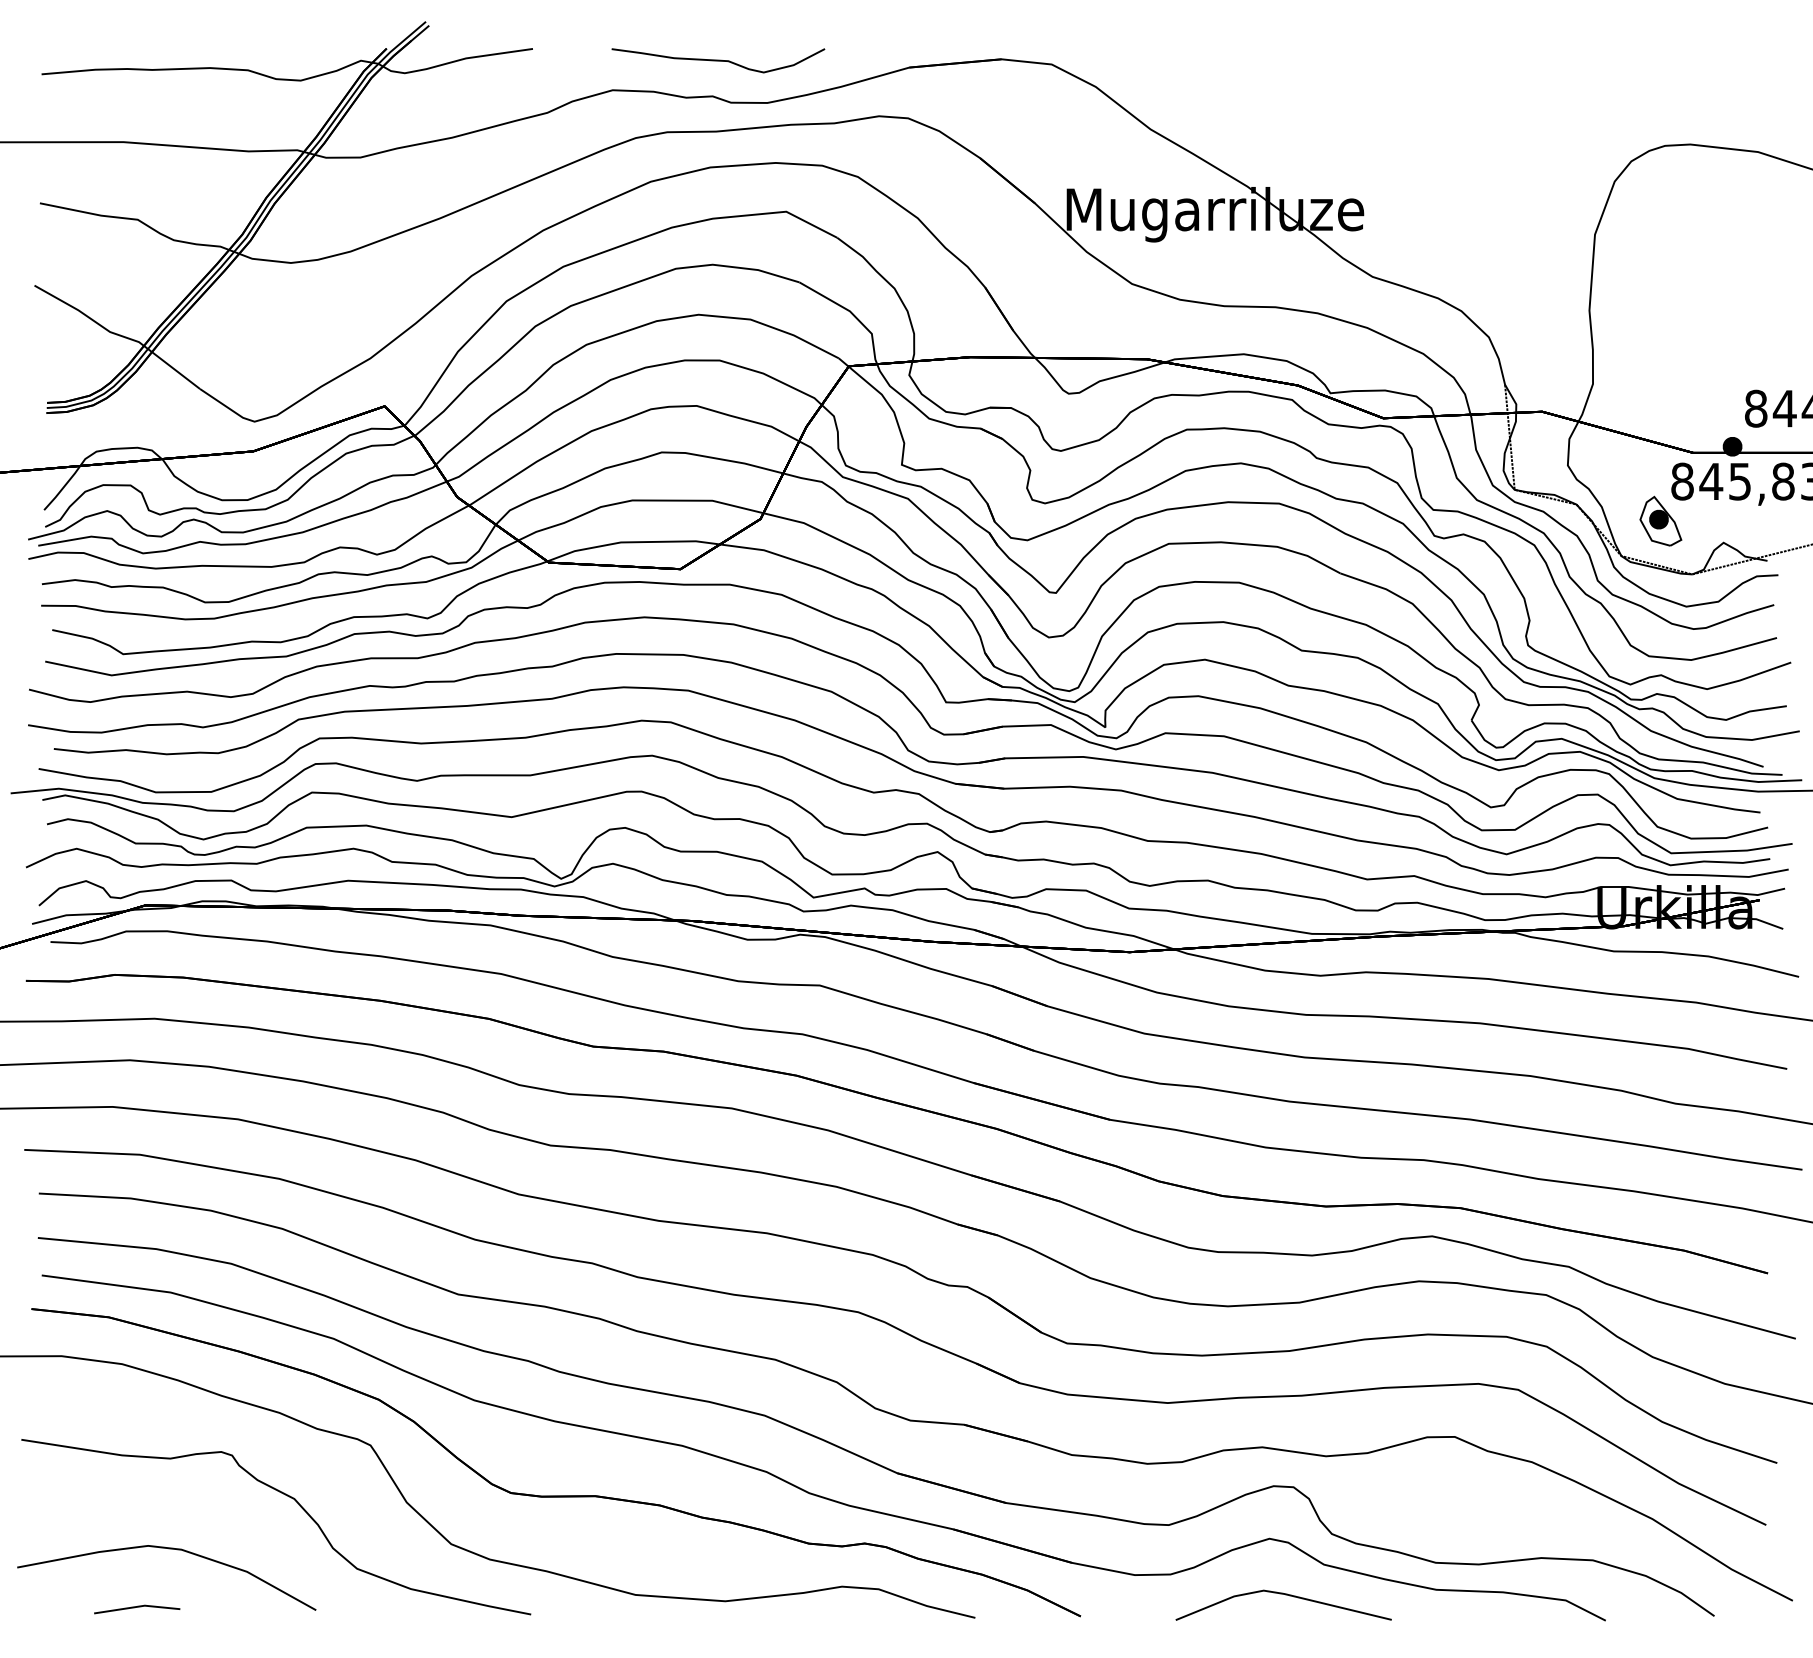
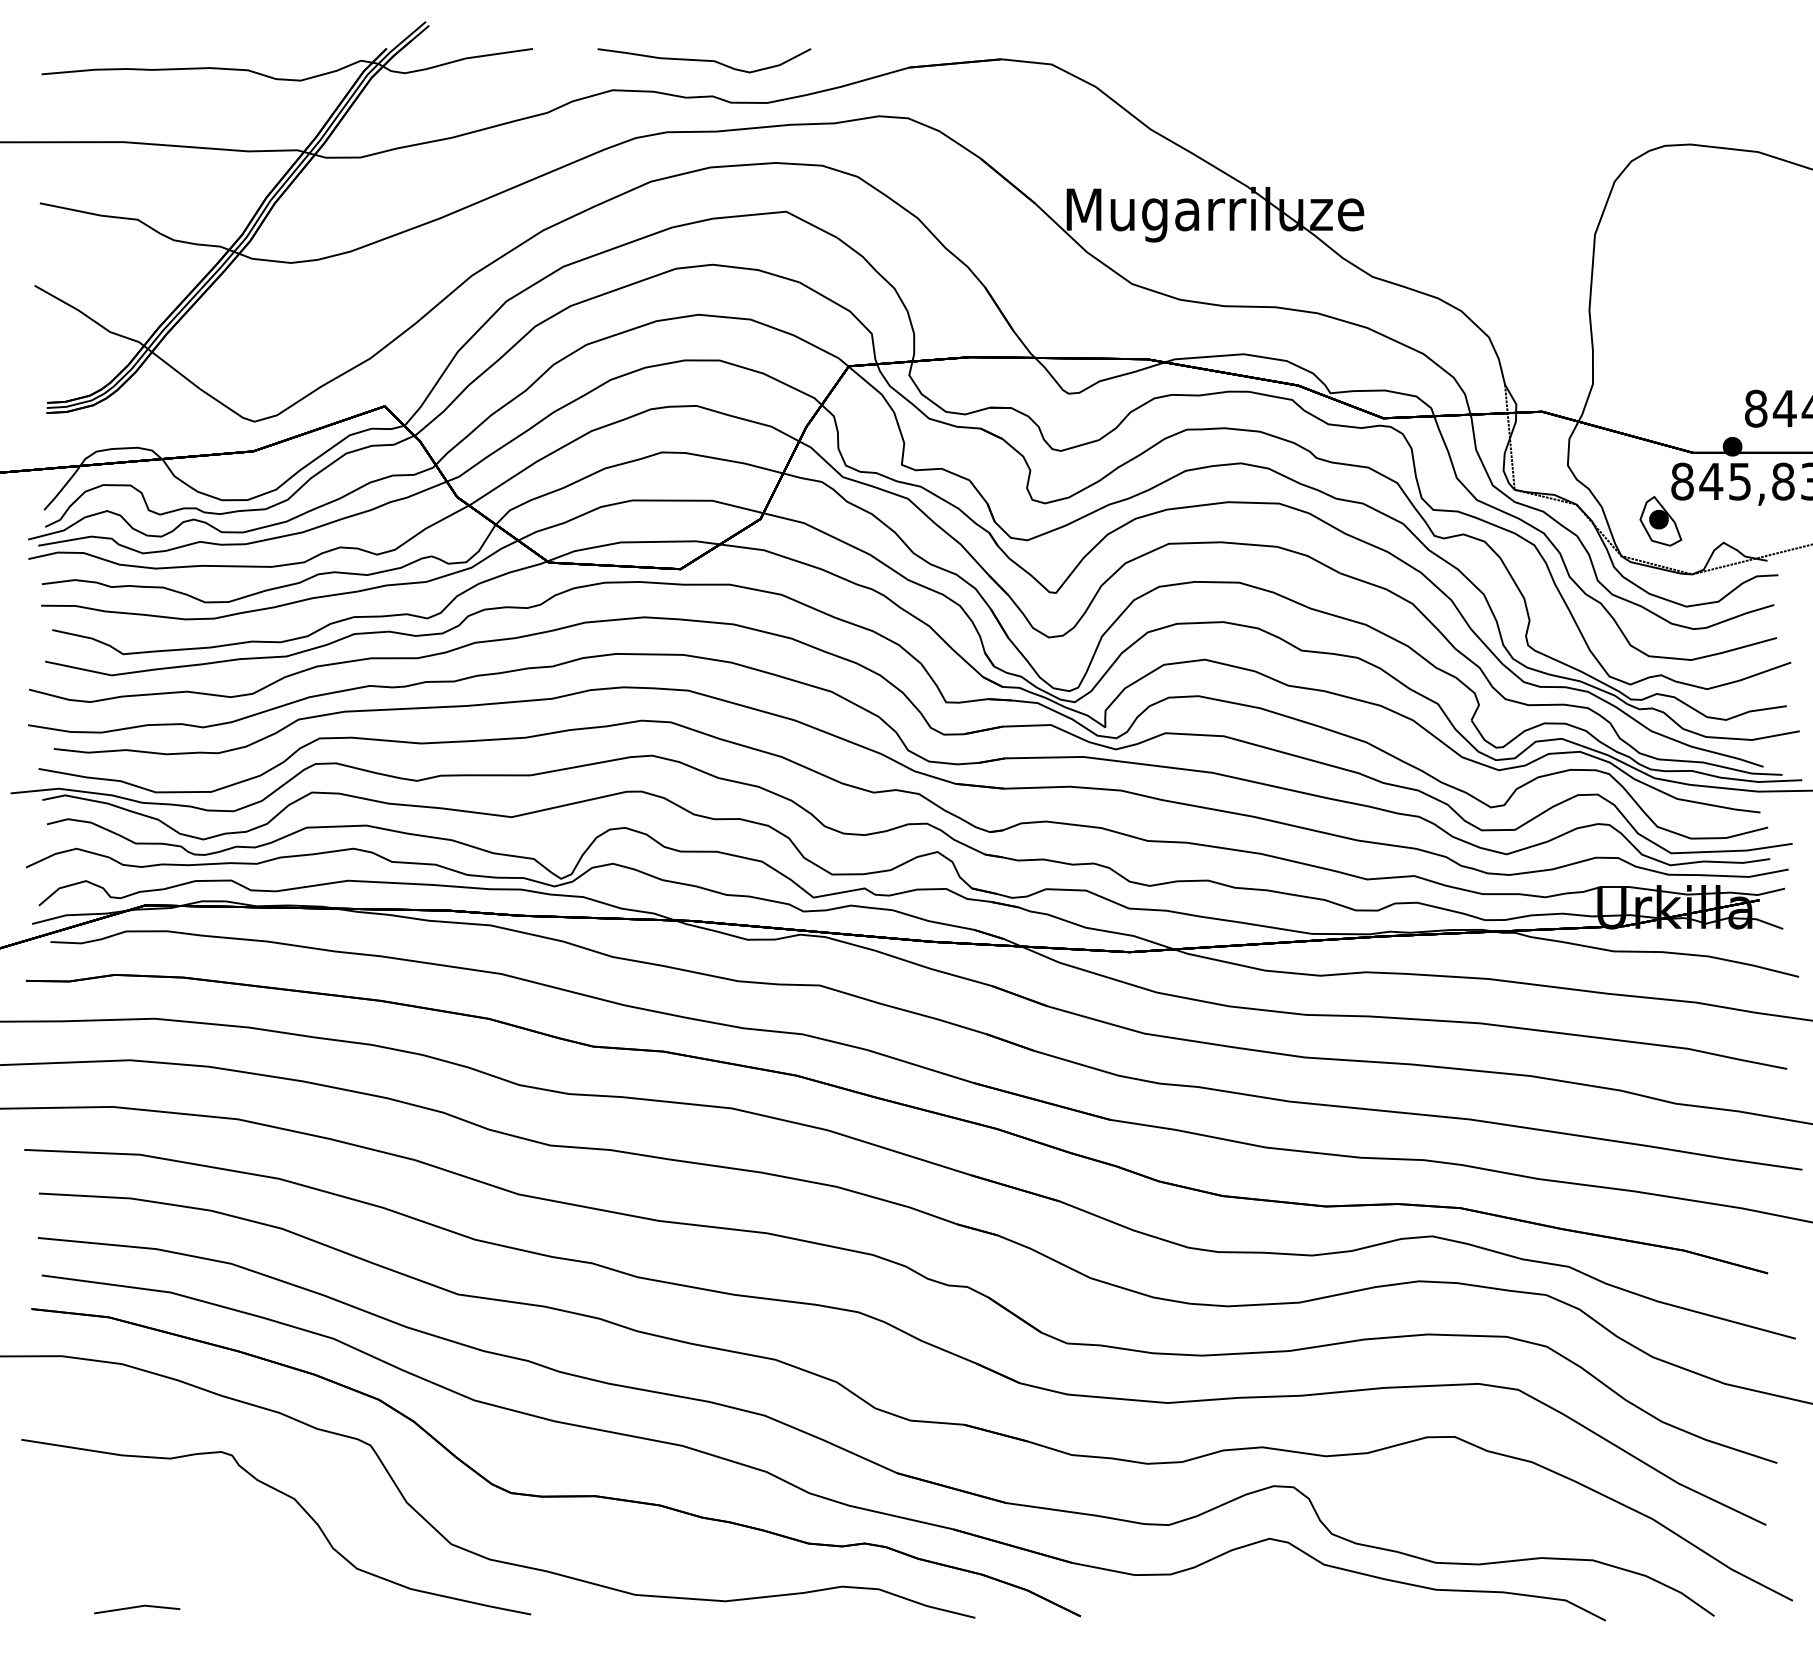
curve at (718, 60) position: (718, 60) -> (704, 60)
part at (168, 1549): present -> none
line at (1285, 1595): present -> none
